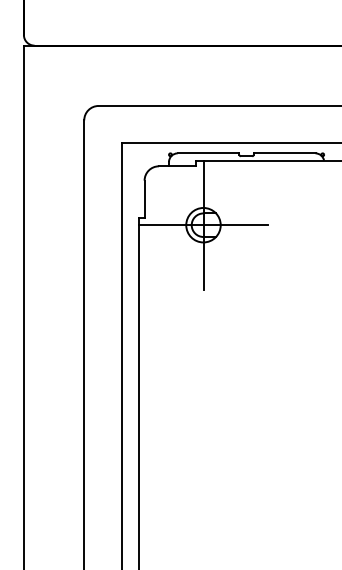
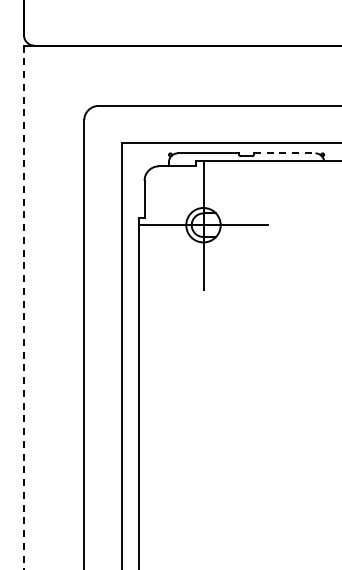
line at (284, 153): solid -> dashed
line at (23, 307): solid -> dashed
